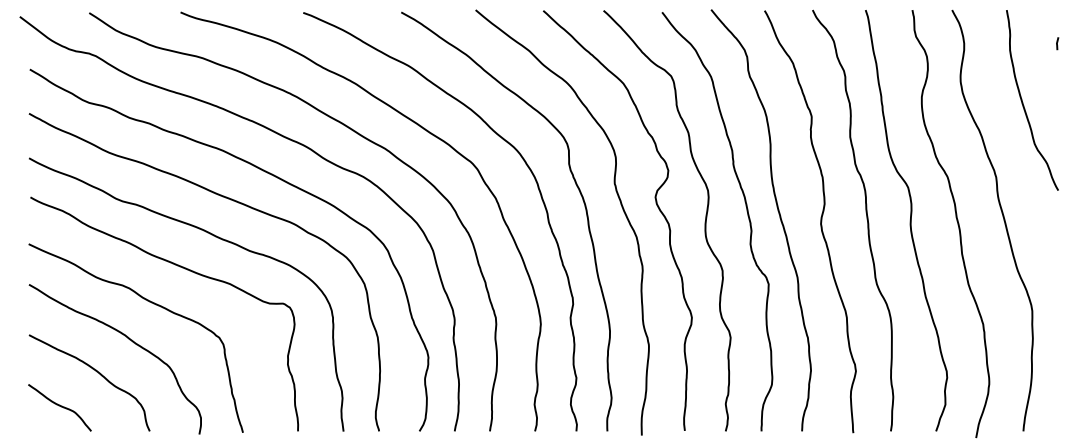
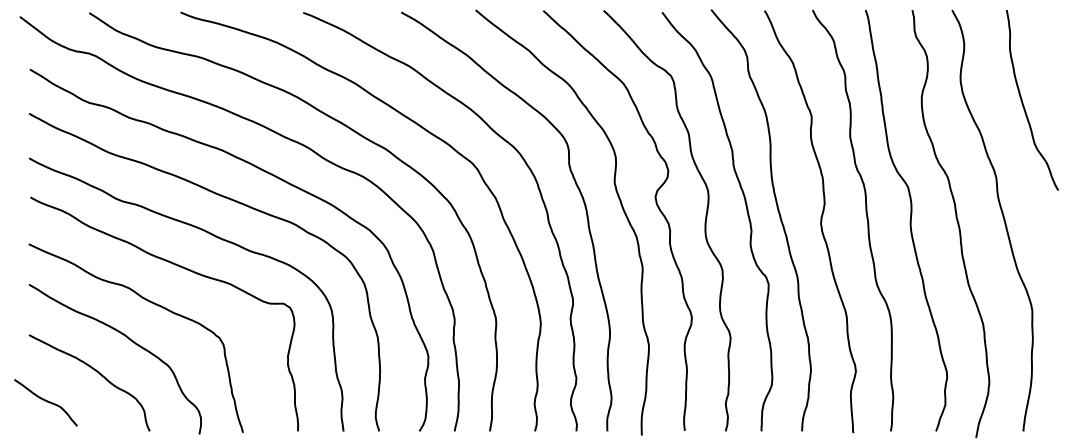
line at (1057, 43): present -> none
curve at (59, 406) position: (59, 406) -> (45, 401)
